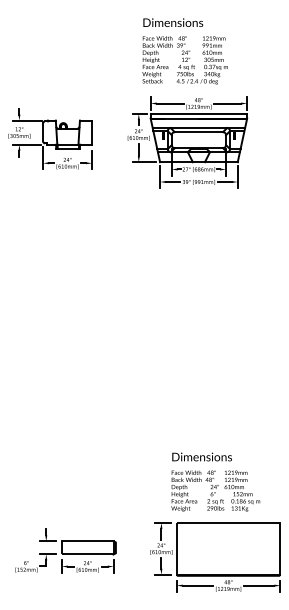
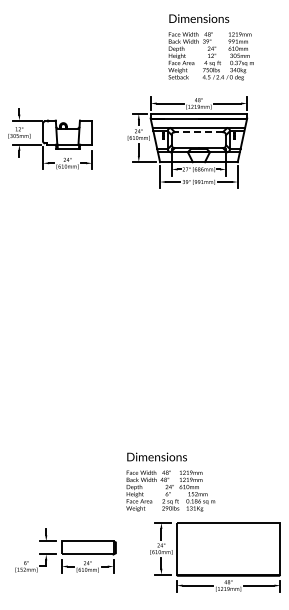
text at (184, 51) position: (184, 51) -> (210, 47)
line at (198, 132): solid -> dashed
text at (215, 481) position: (215, 481) -> (170, 481)
